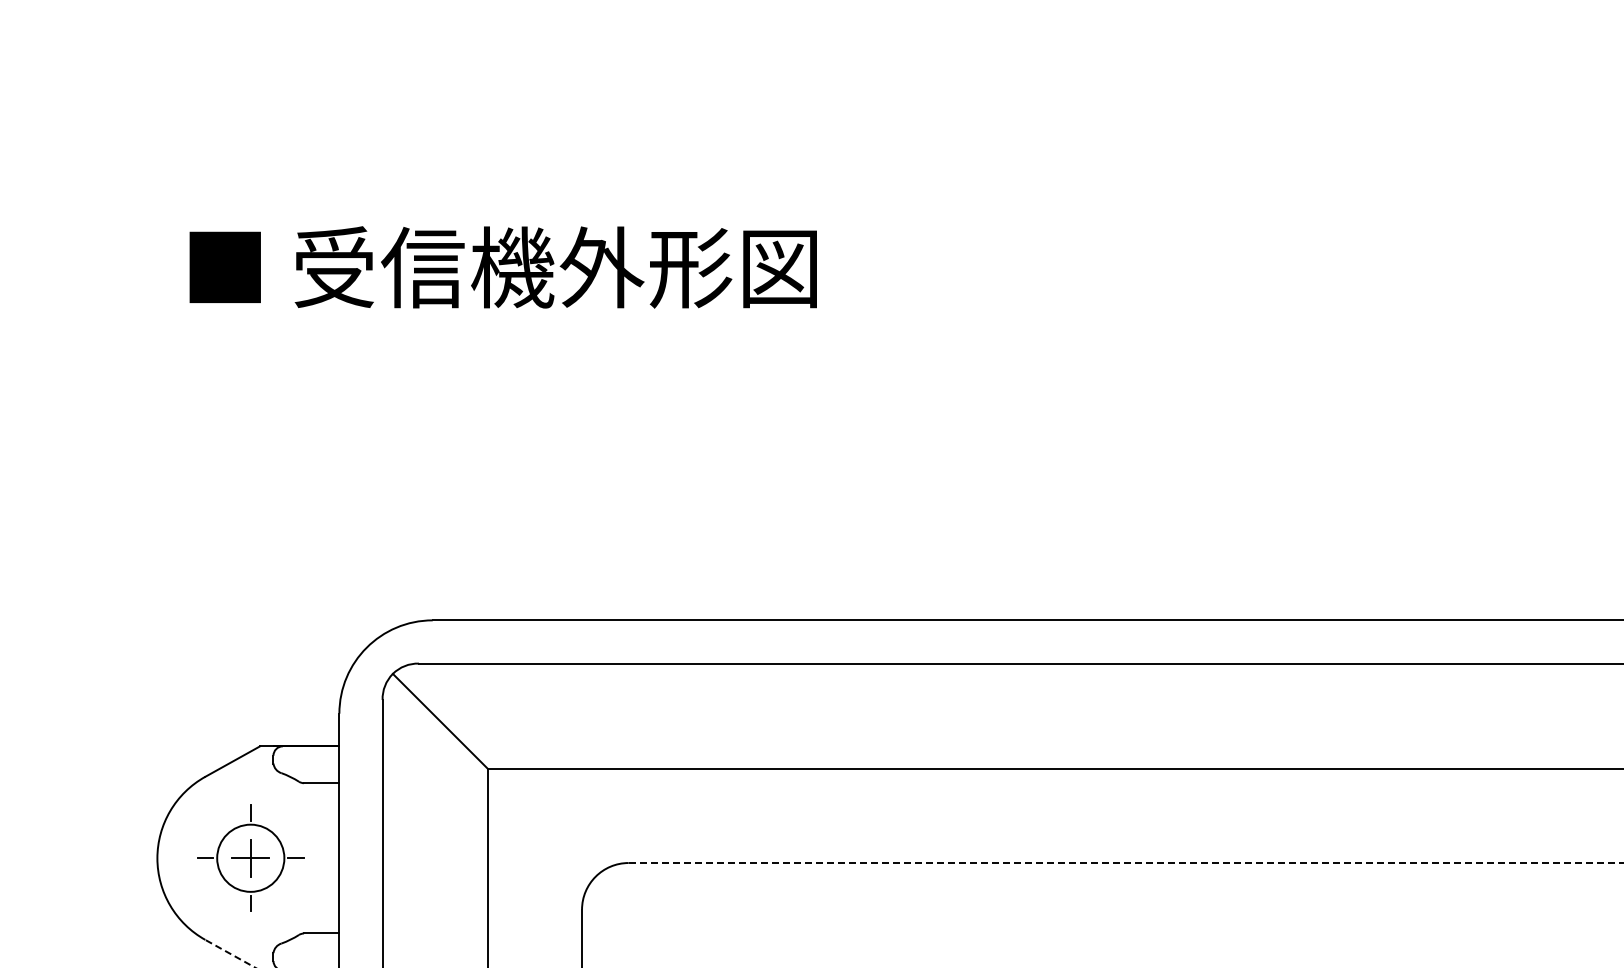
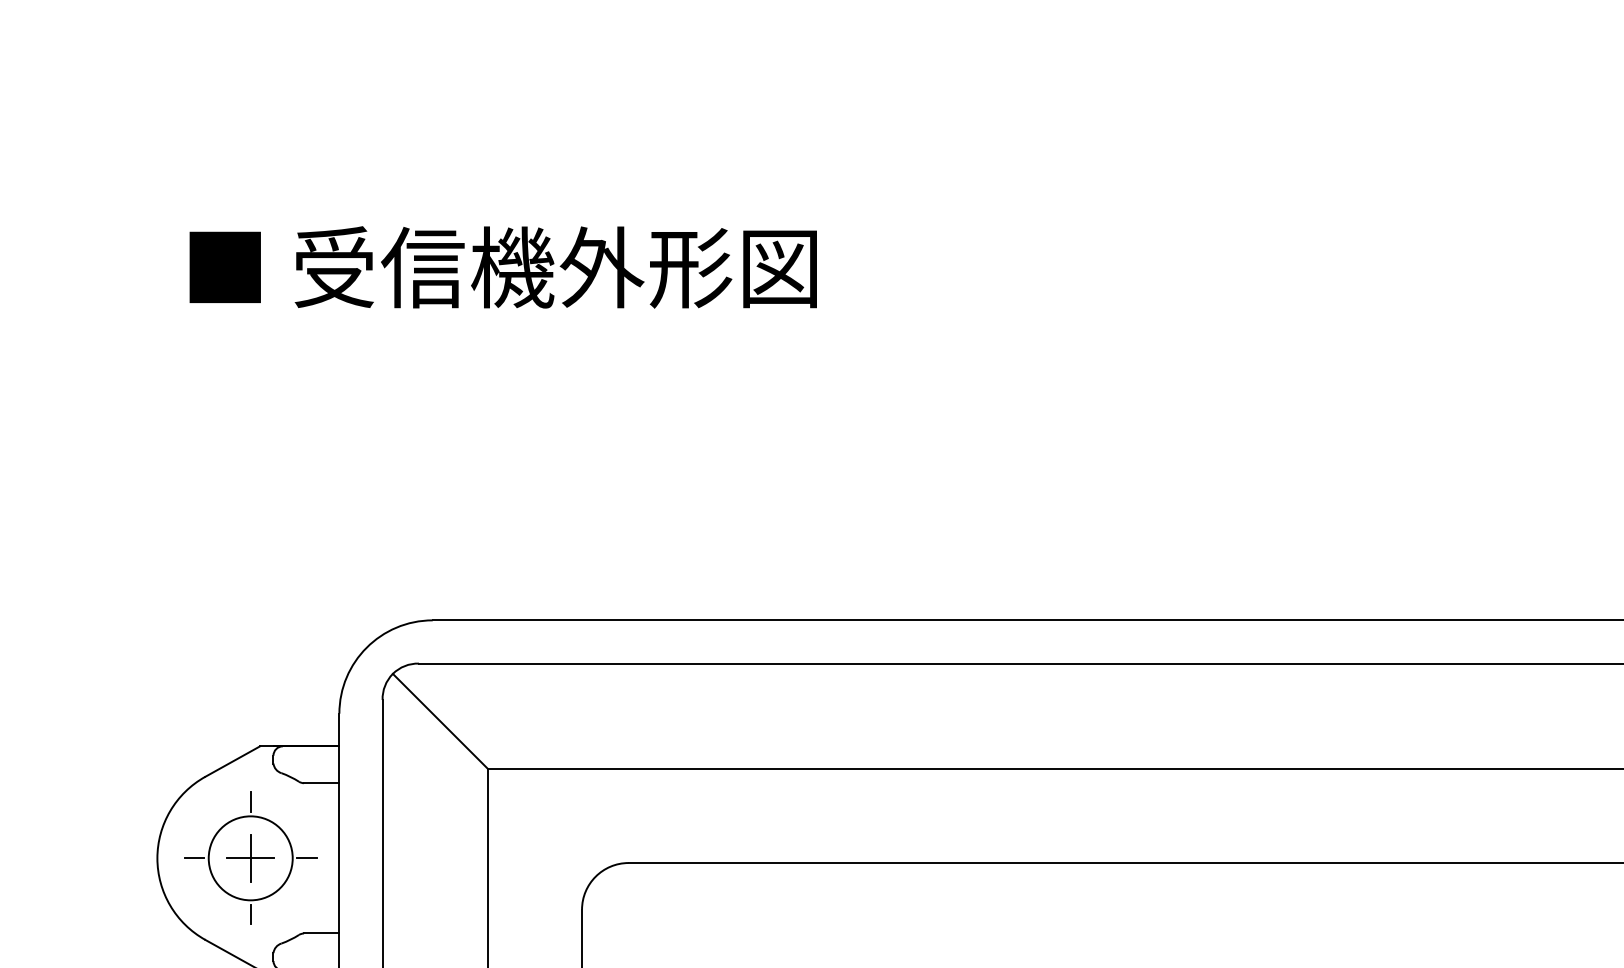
part at (250, 857) size: 108x108 px -> 134x134 px
line at (1126, 863): dashed -> solid
line at (230, 953): dashed -> solid
